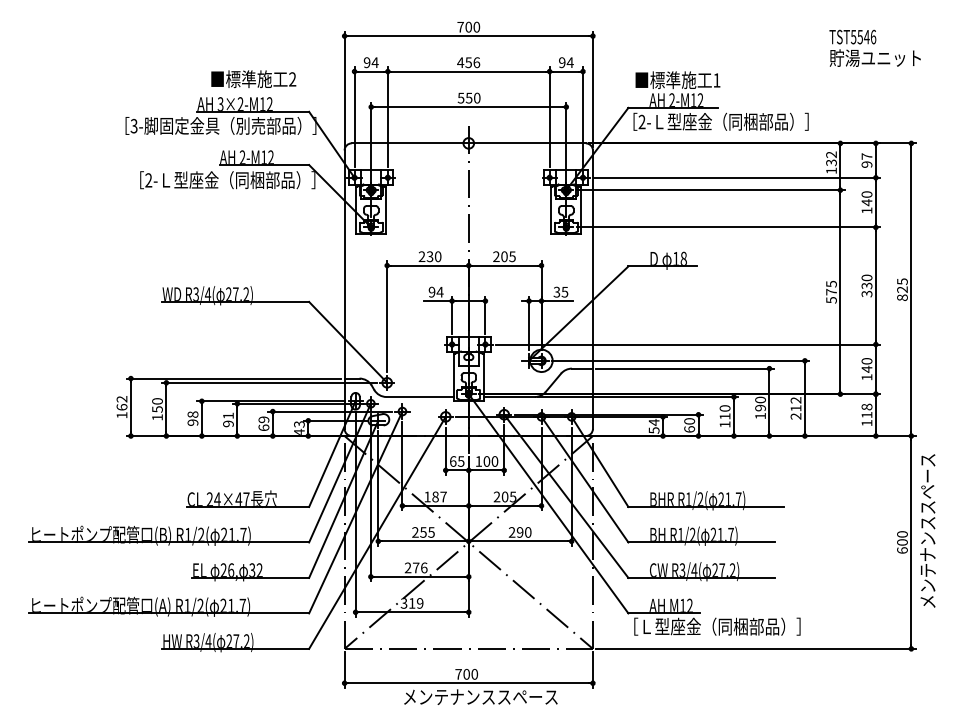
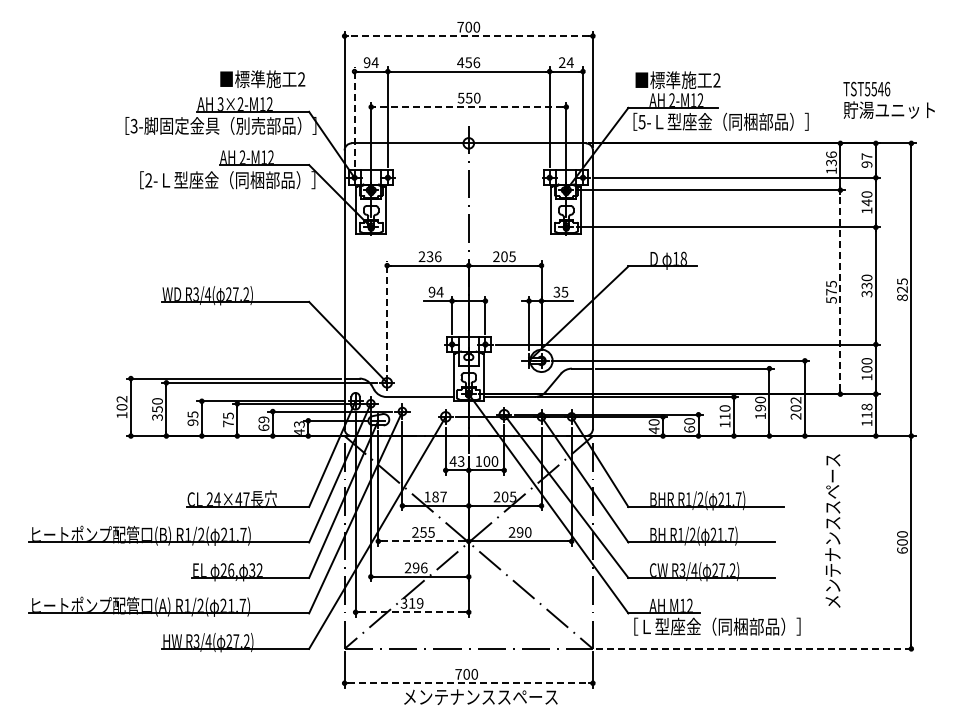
line at (468, 36): solid -> dashed
text at (874, 47) position: (874, 47) -> (888, 99)
text at (562, 63): 94 -> 24
text at (253, 79) position: (253, 79) -> (262, 79)
text at (716, 80): 1 -> 2
line at (468, 107): solid -> dashed
line at (354, 116): solid -> dashed
text at (641, 121): 2- -> 5-
text at (831, 154): 132 -> 136
text at (438, 256): 230 -> 236
line at (840, 291): solid -> dashed
line at (387, 316): solid -> dashed
text at (866, 368): 140 -> 100
text at (121, 407): 162 -> 102
text at (795, 408): 212 -> 202
text at (192, 414): 98 -> 95
text at (157, 417): 150 -> 350
text at (228, 419): 91 -> 75
text at (653, 426): 54 -> 40
text at (456, 461): 65 -> 43
text at (927, 530) position: (927, 530) -> (832, 530)
line at (423, 541): solid -> dashed
text at (415, 567): 276 -> 296
line at (412, 612): solid -> dashed
line at (756, 648): solid -> dashed
line at (468, 683): solid -> dashed
